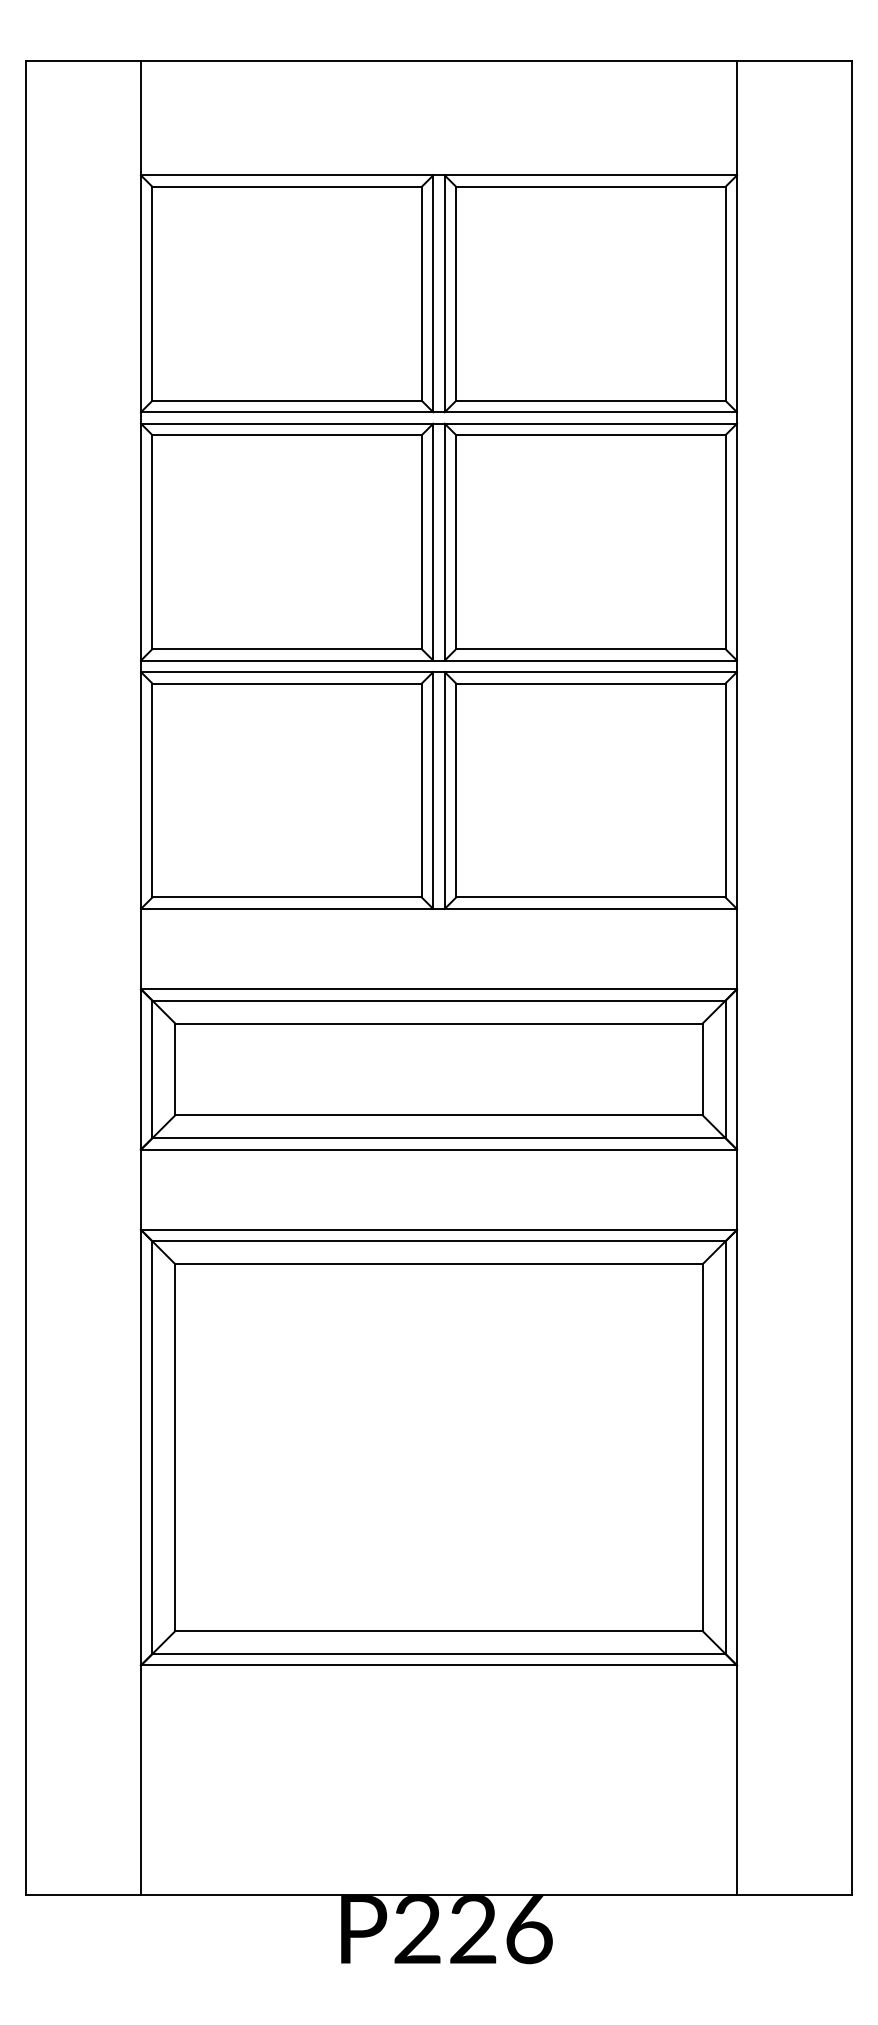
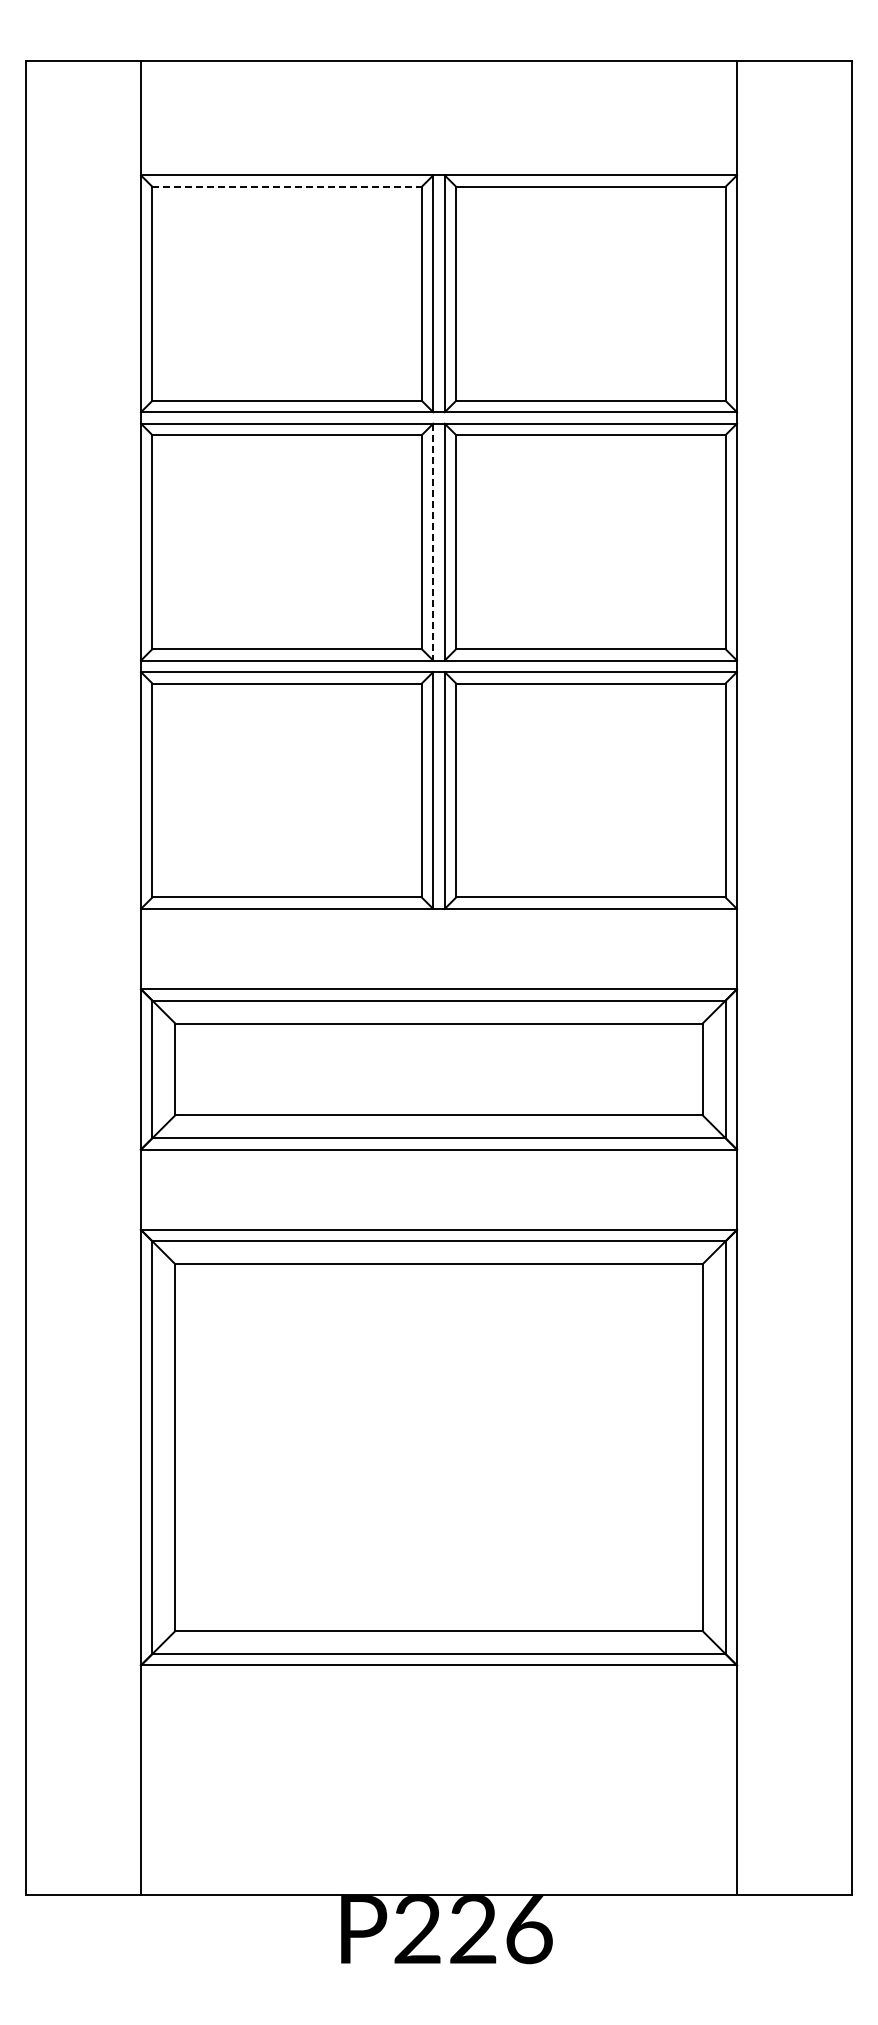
line at (287, 186): solid -> dashed
line at (433, 542): solid -> dashed
